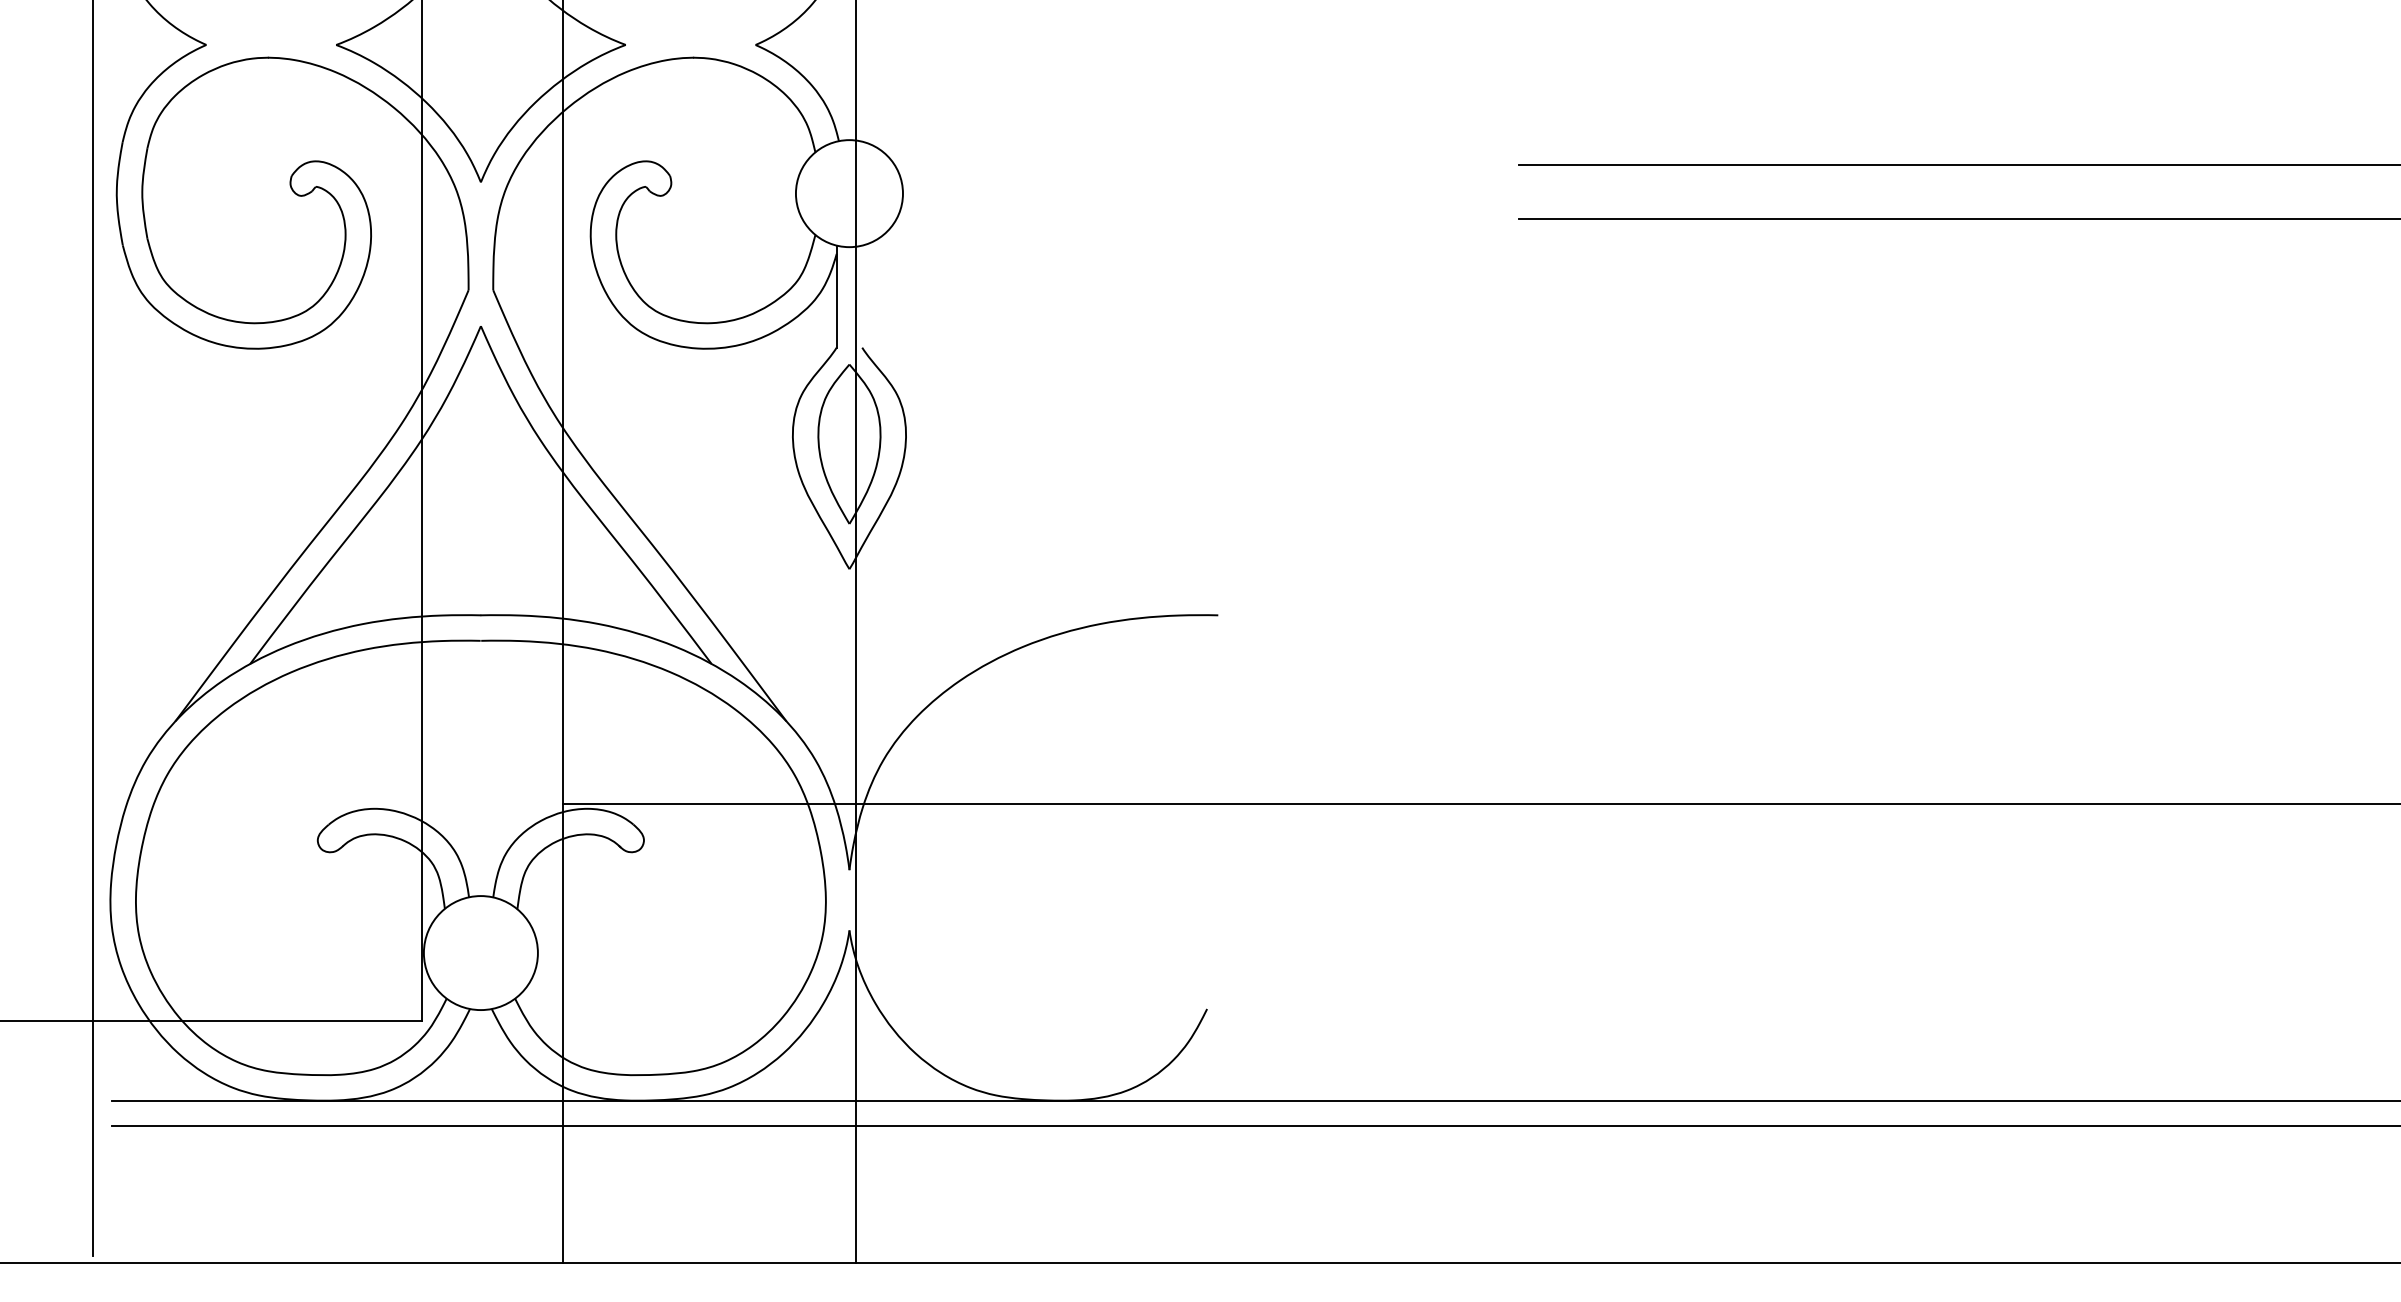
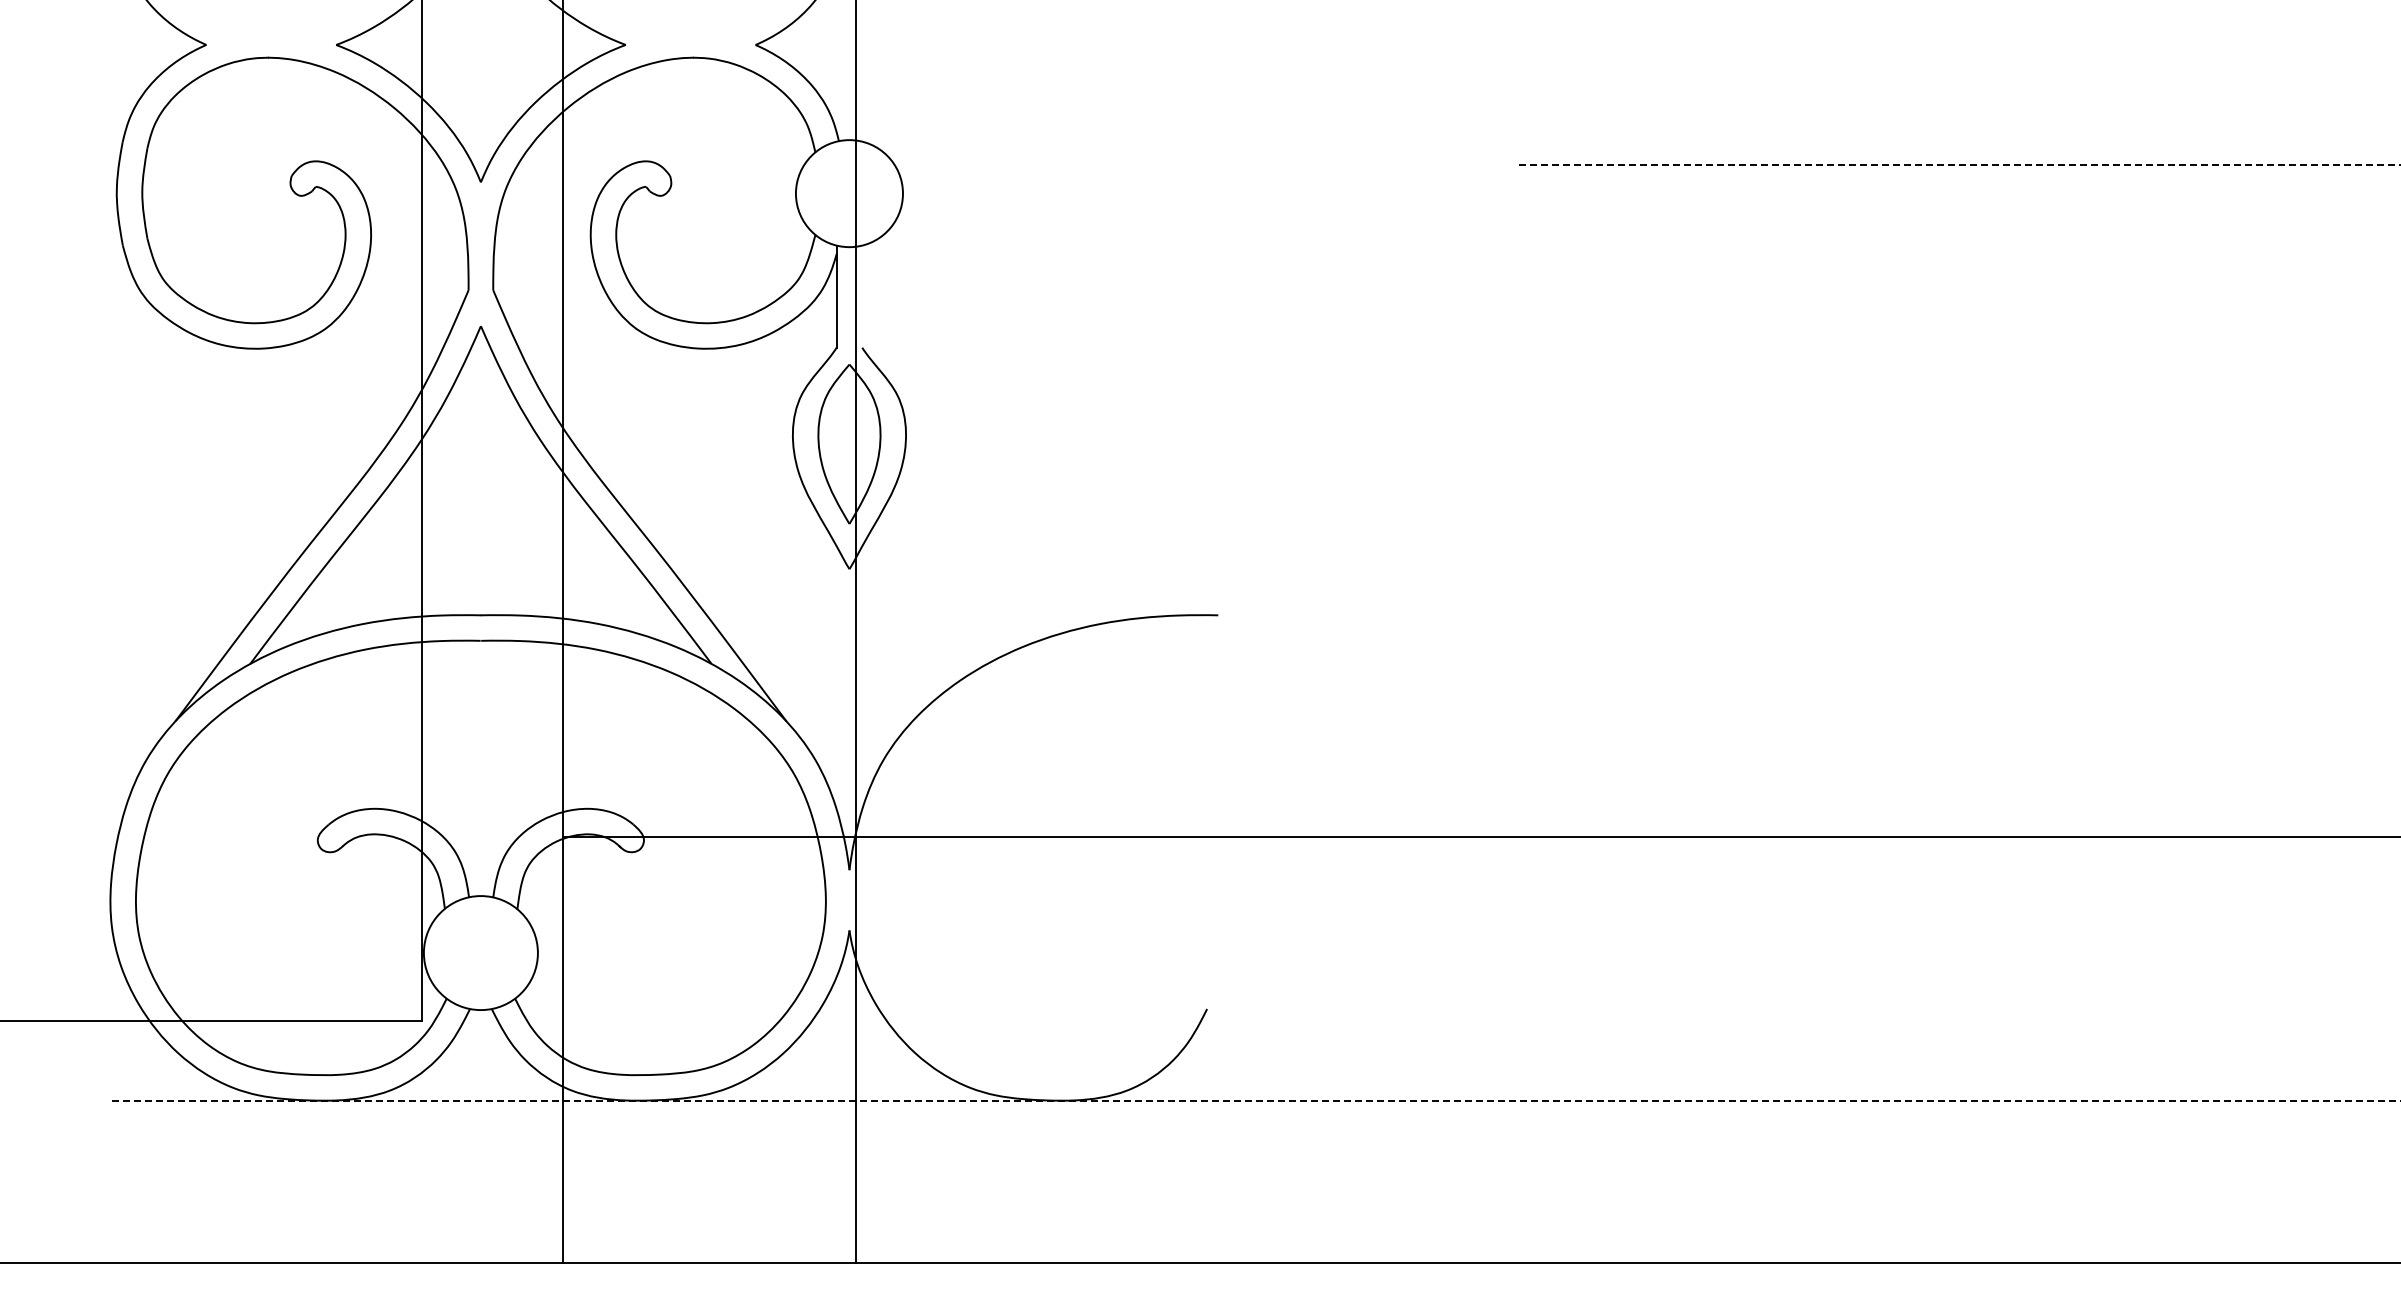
line at (1959, 165): solid -> dashed
line at (1958, 218): present -> none
line at (93, 628): present -> none
line at (1479, 803) position: (1479, 803) -> (1479, 836)
line at (1256, 1100): solid -> dashed
line at (1254, 1126): present -> none
